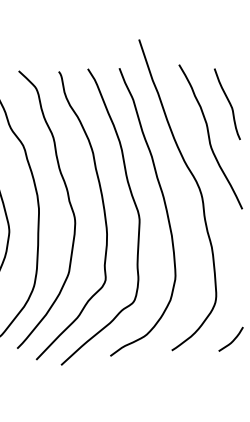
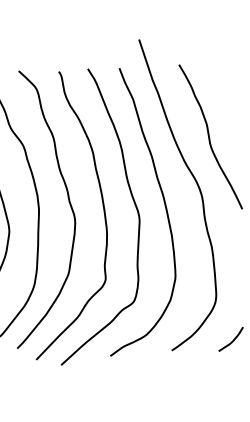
curve at (229, 104): present -> none
